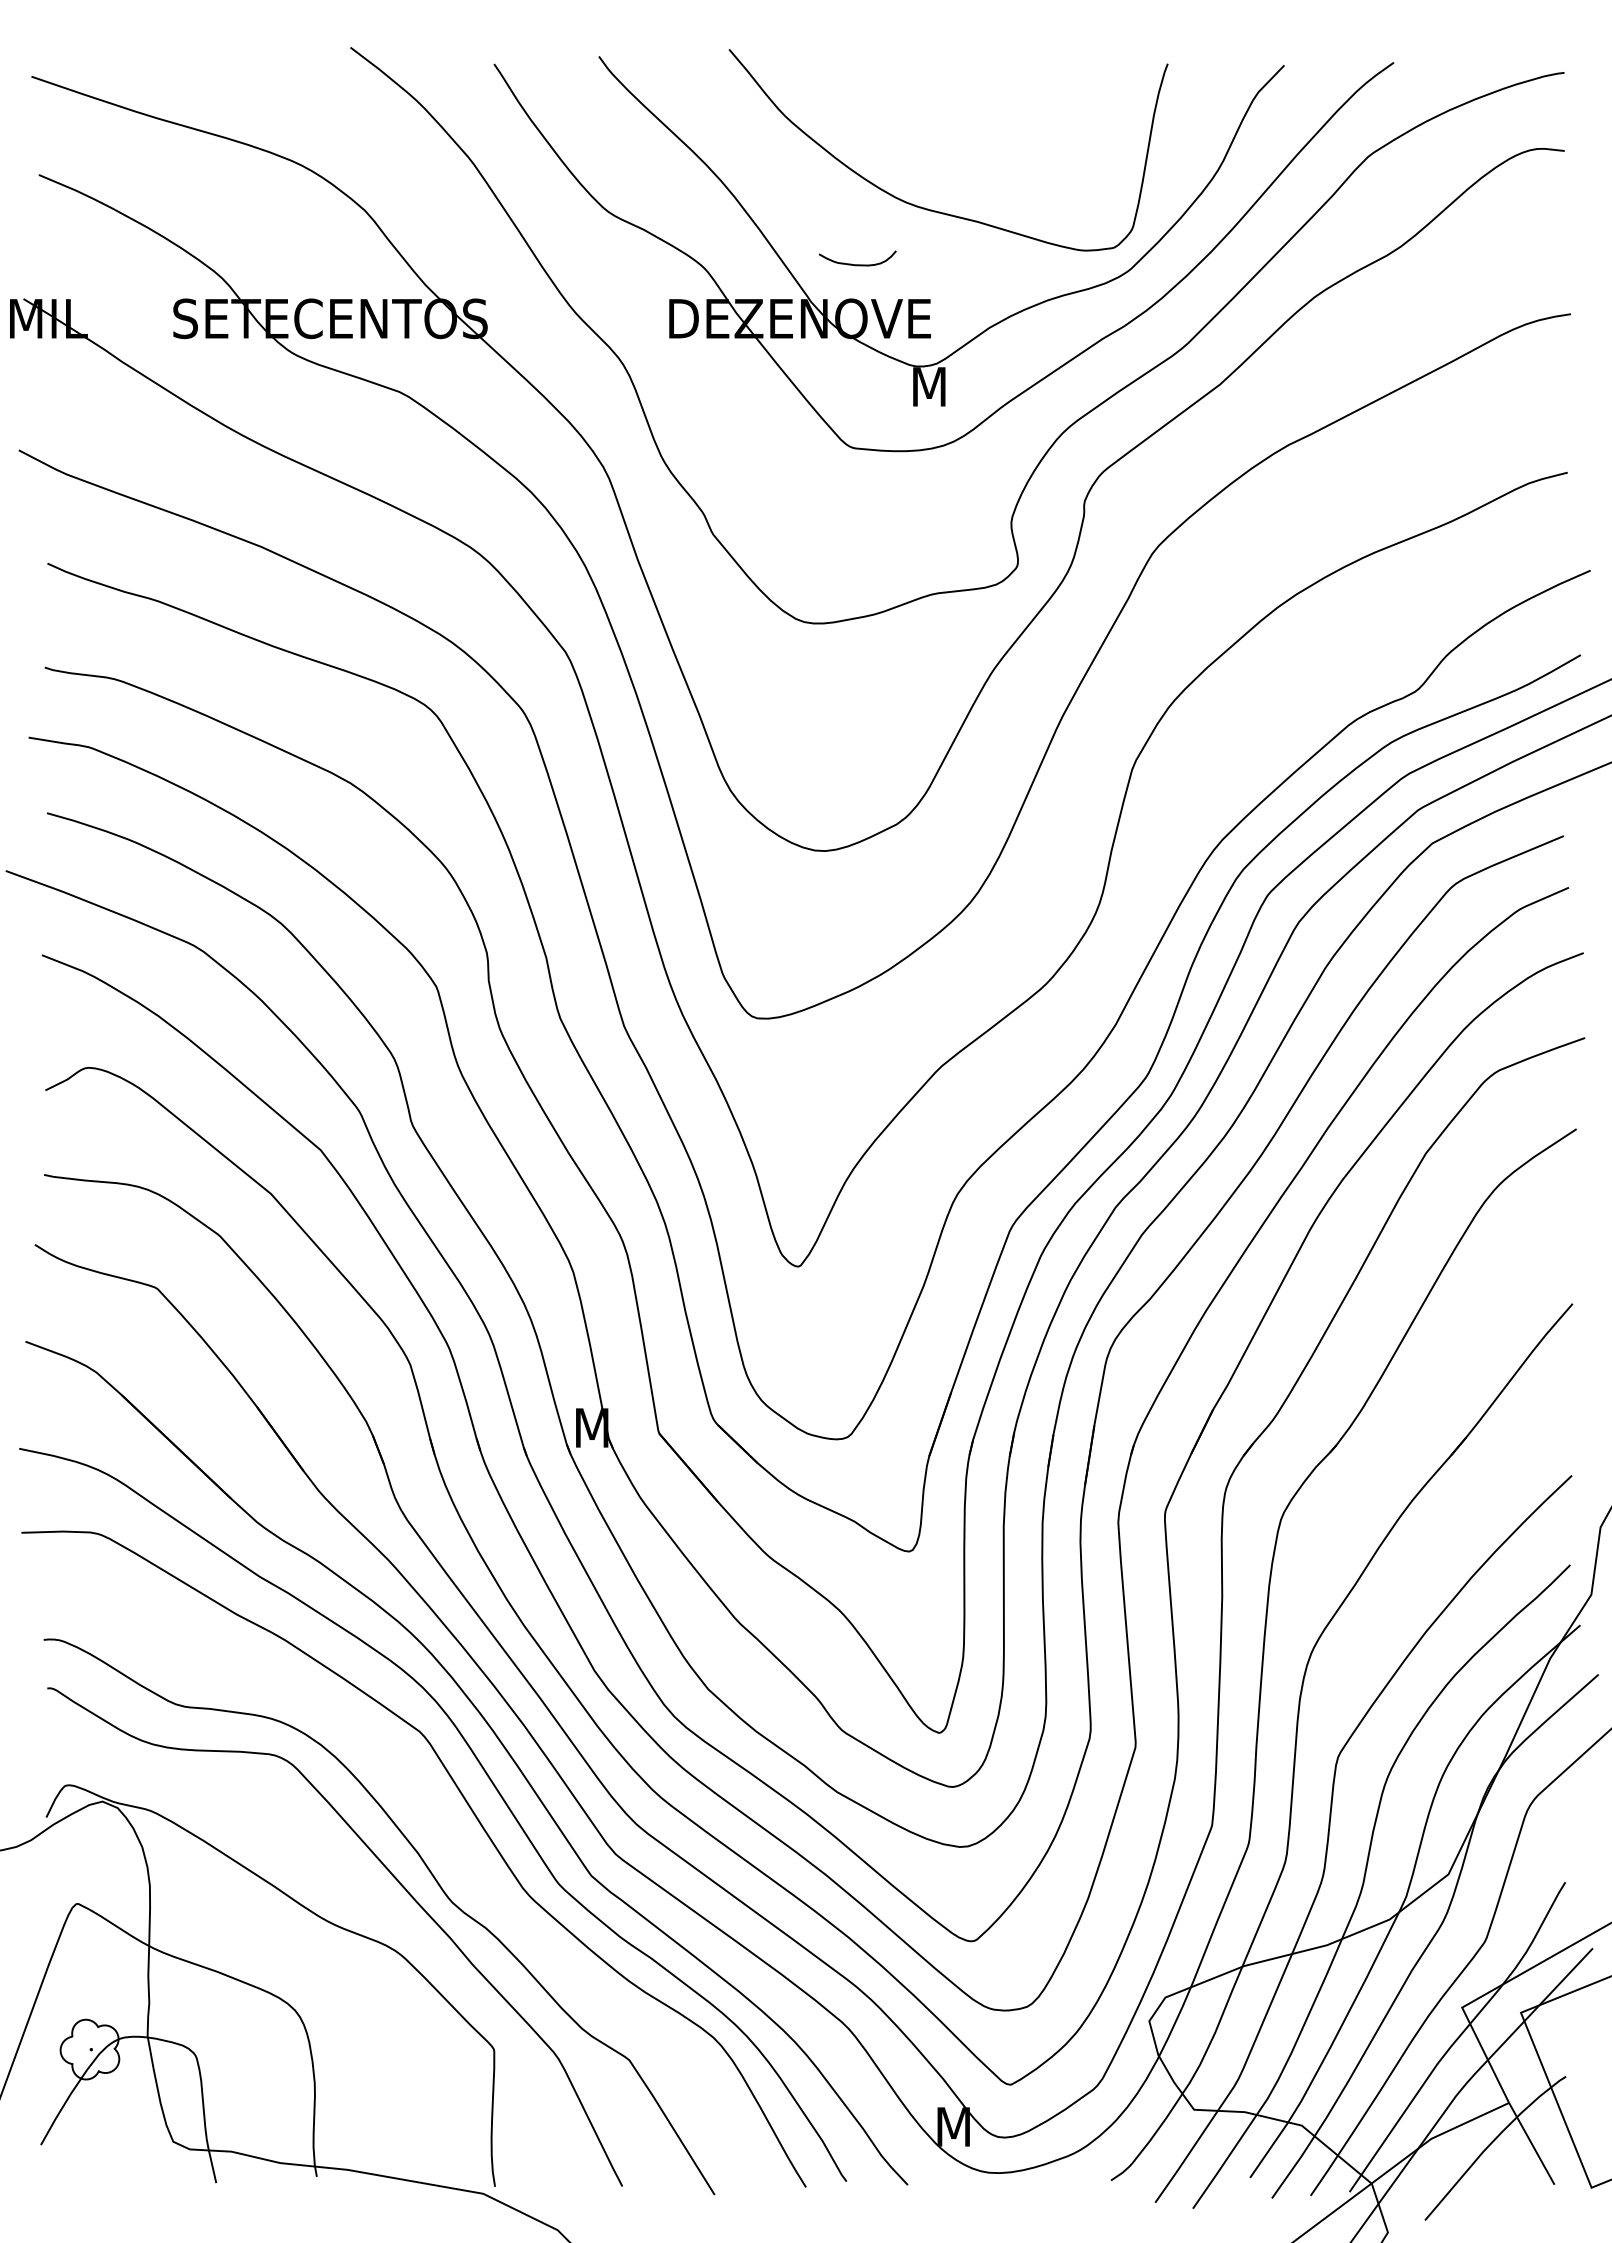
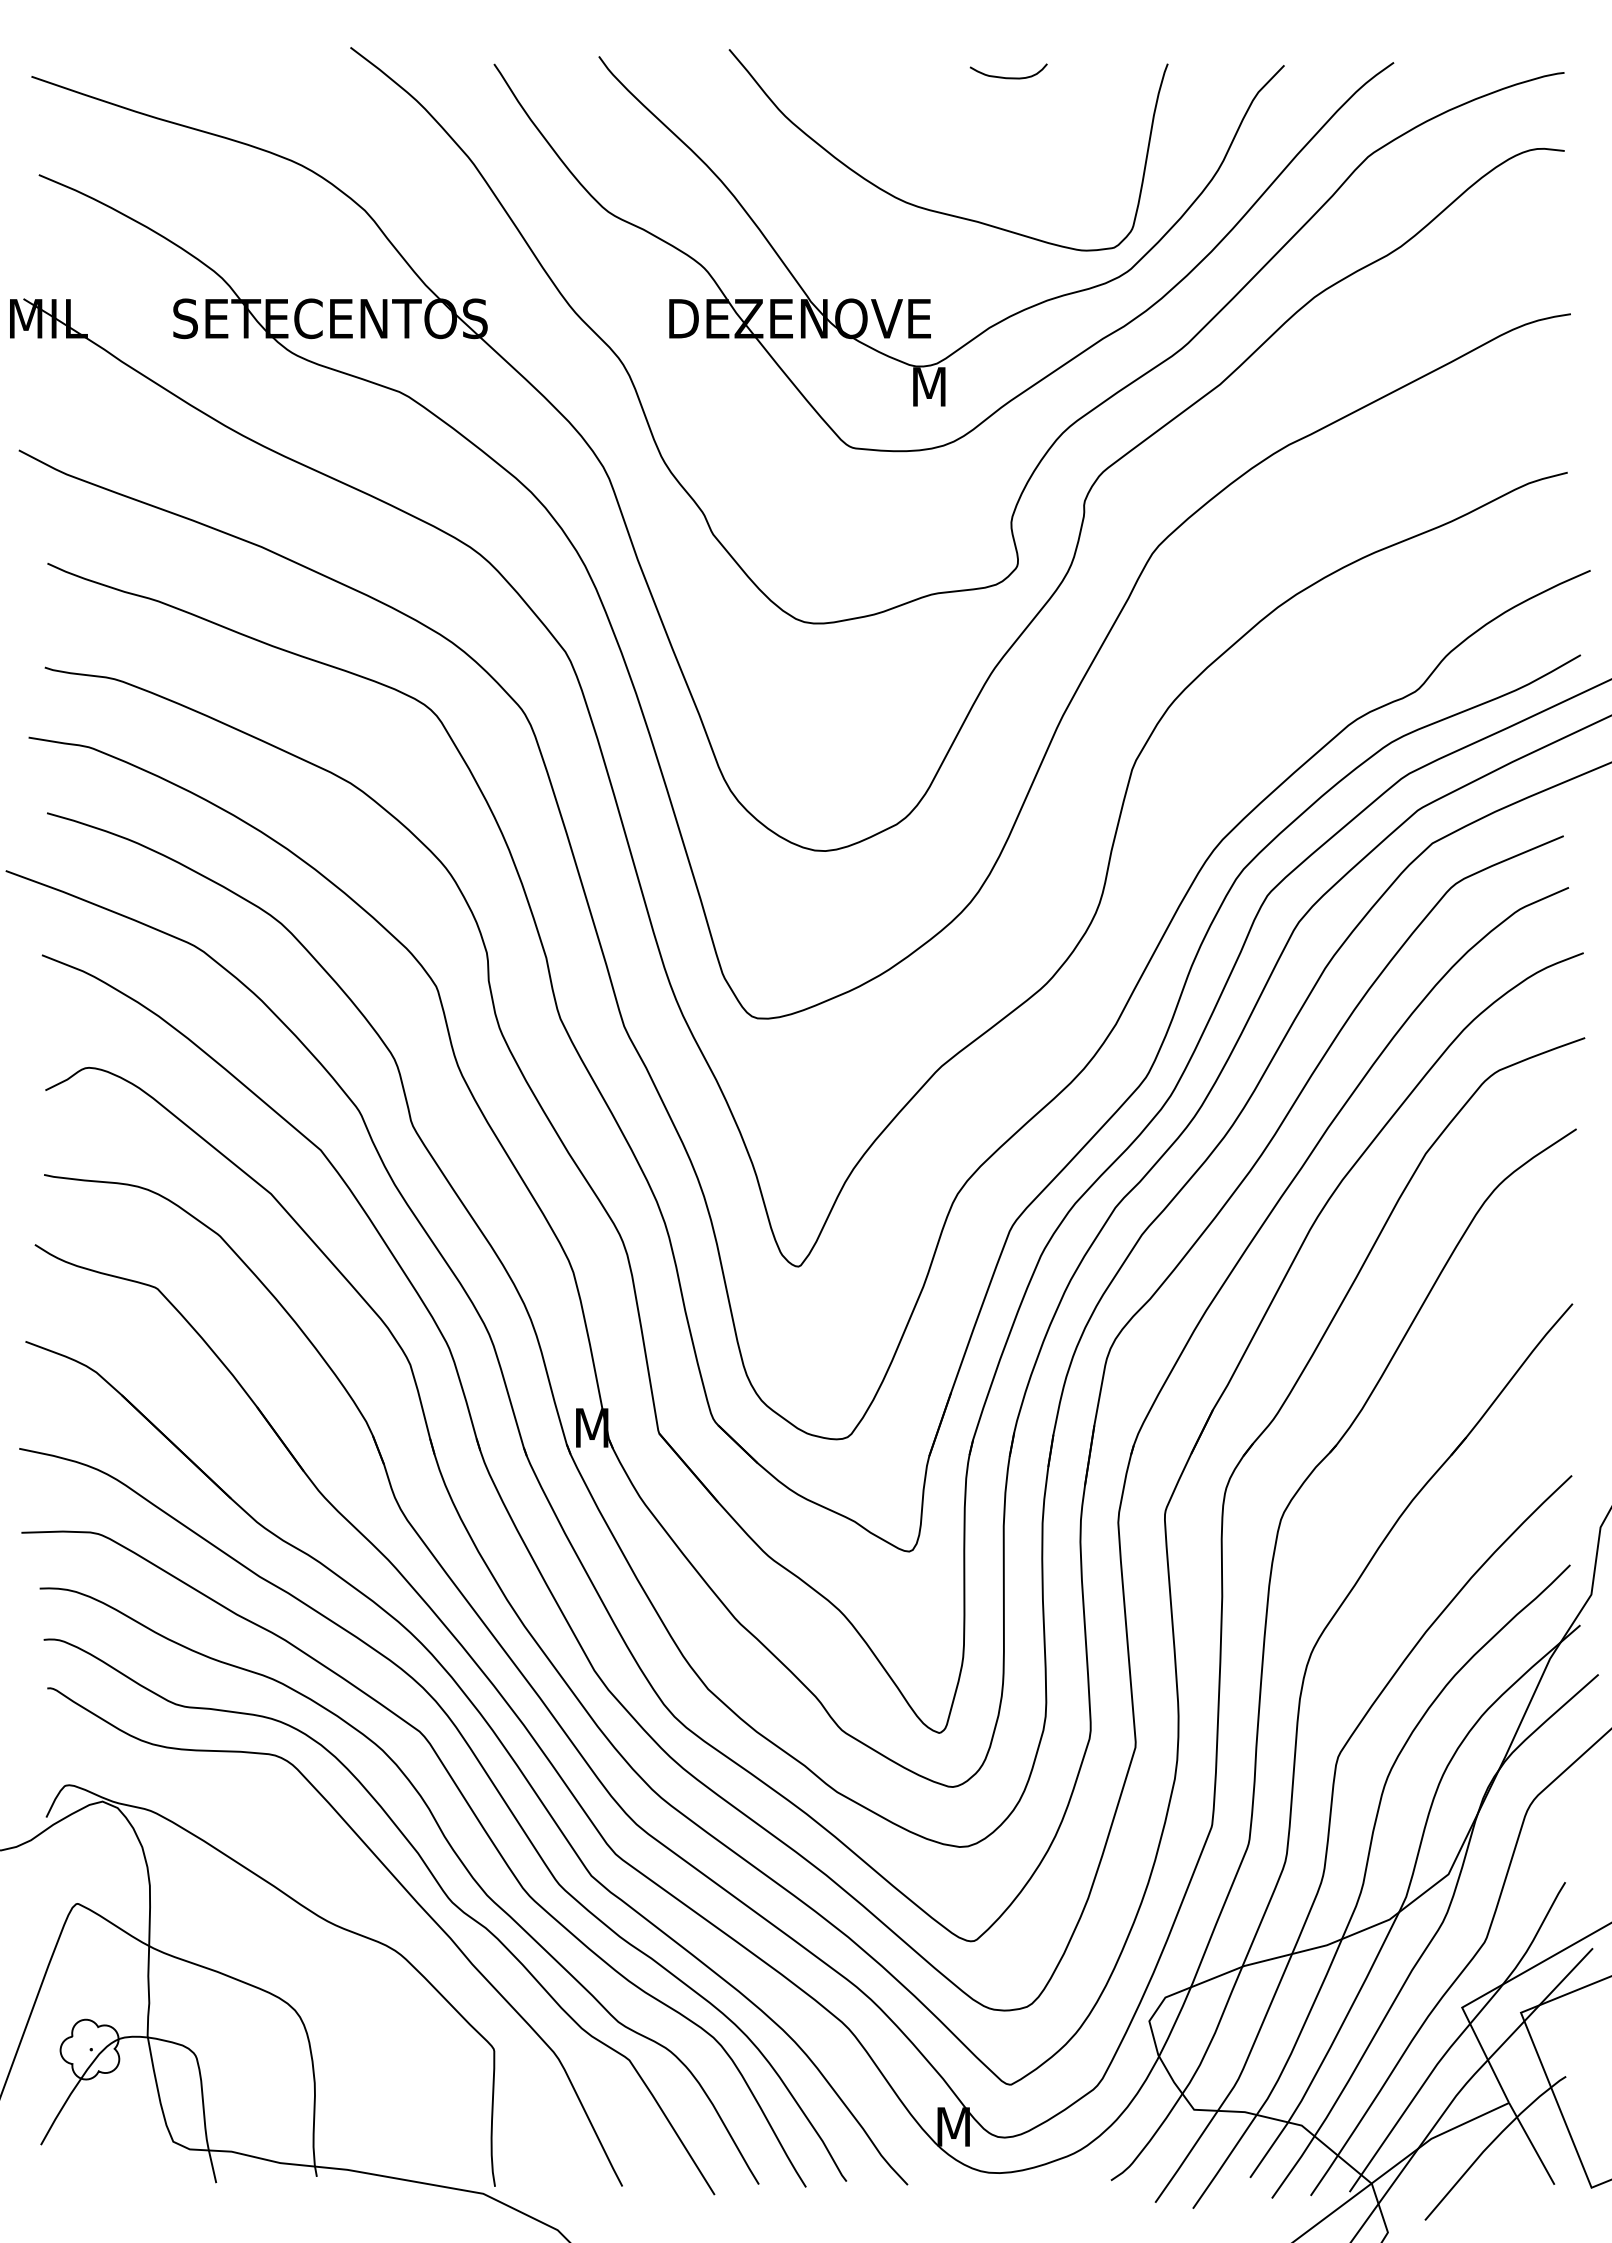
curve at (857, 264) position: (857, 264) -> (1008, 77)
curve at (451, 1849): none -> present
